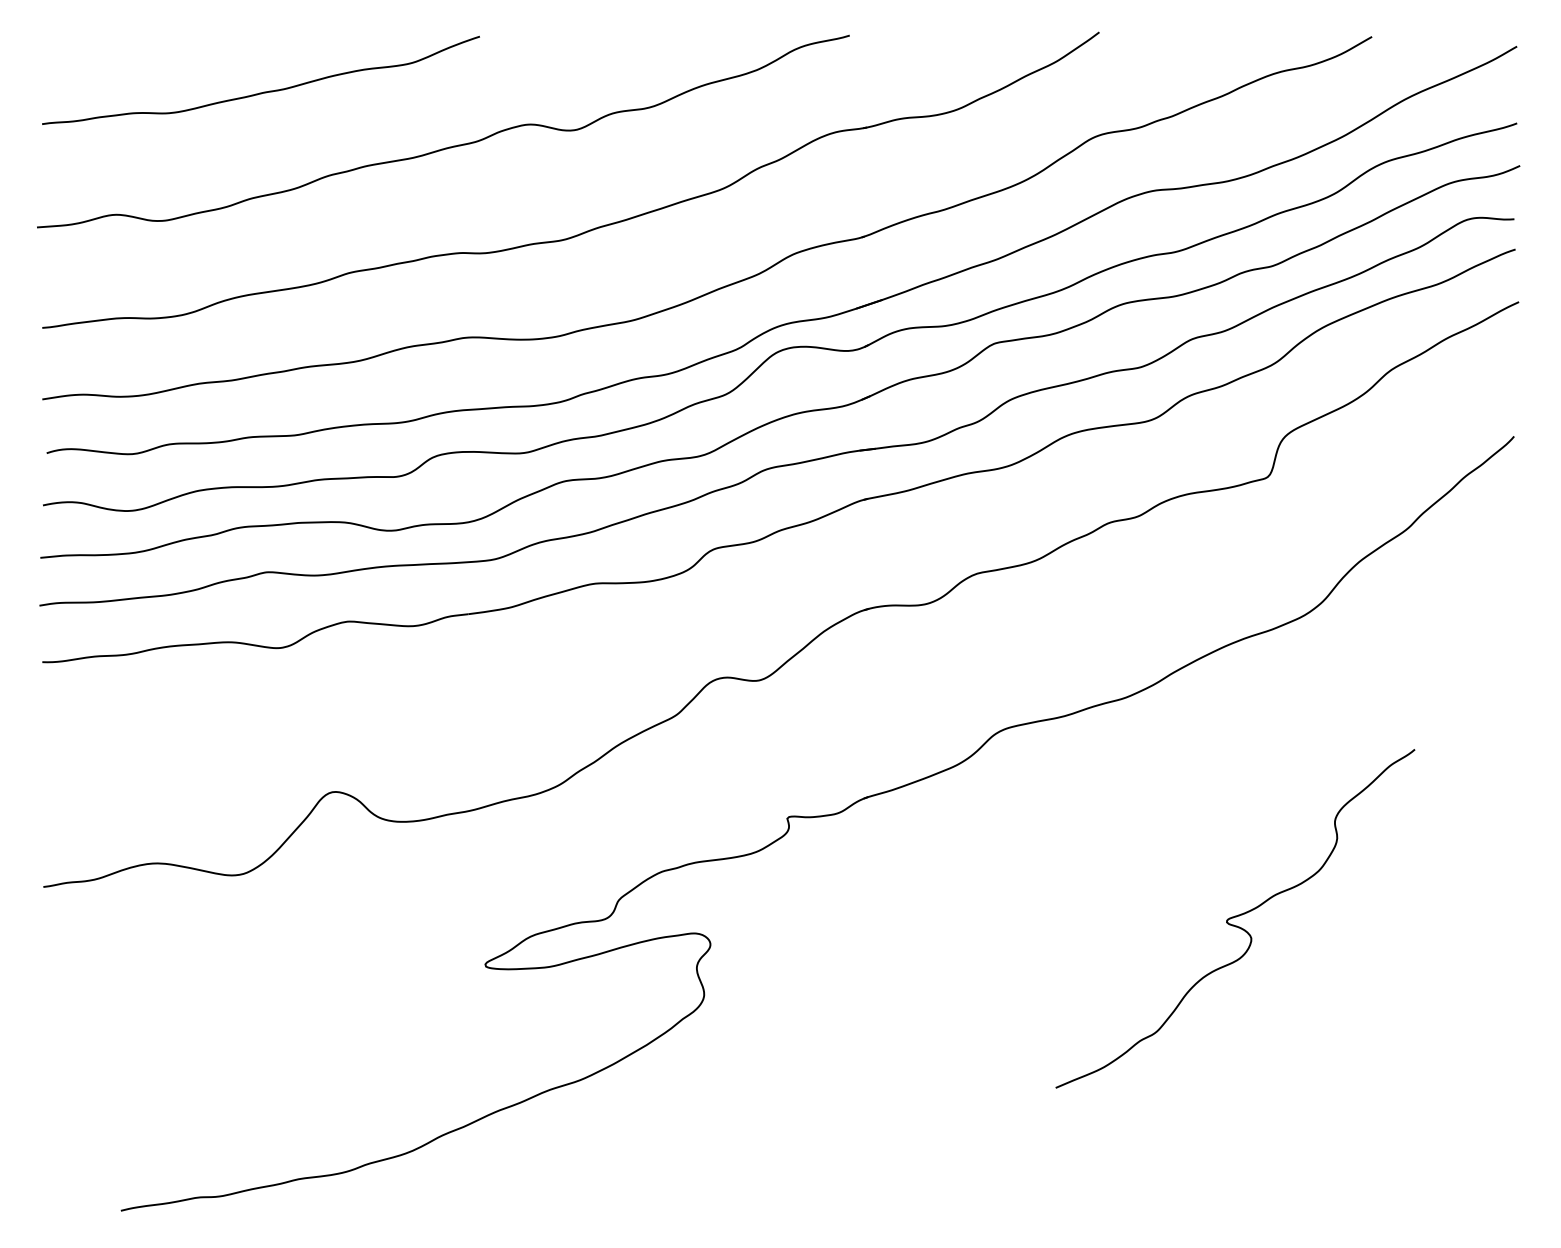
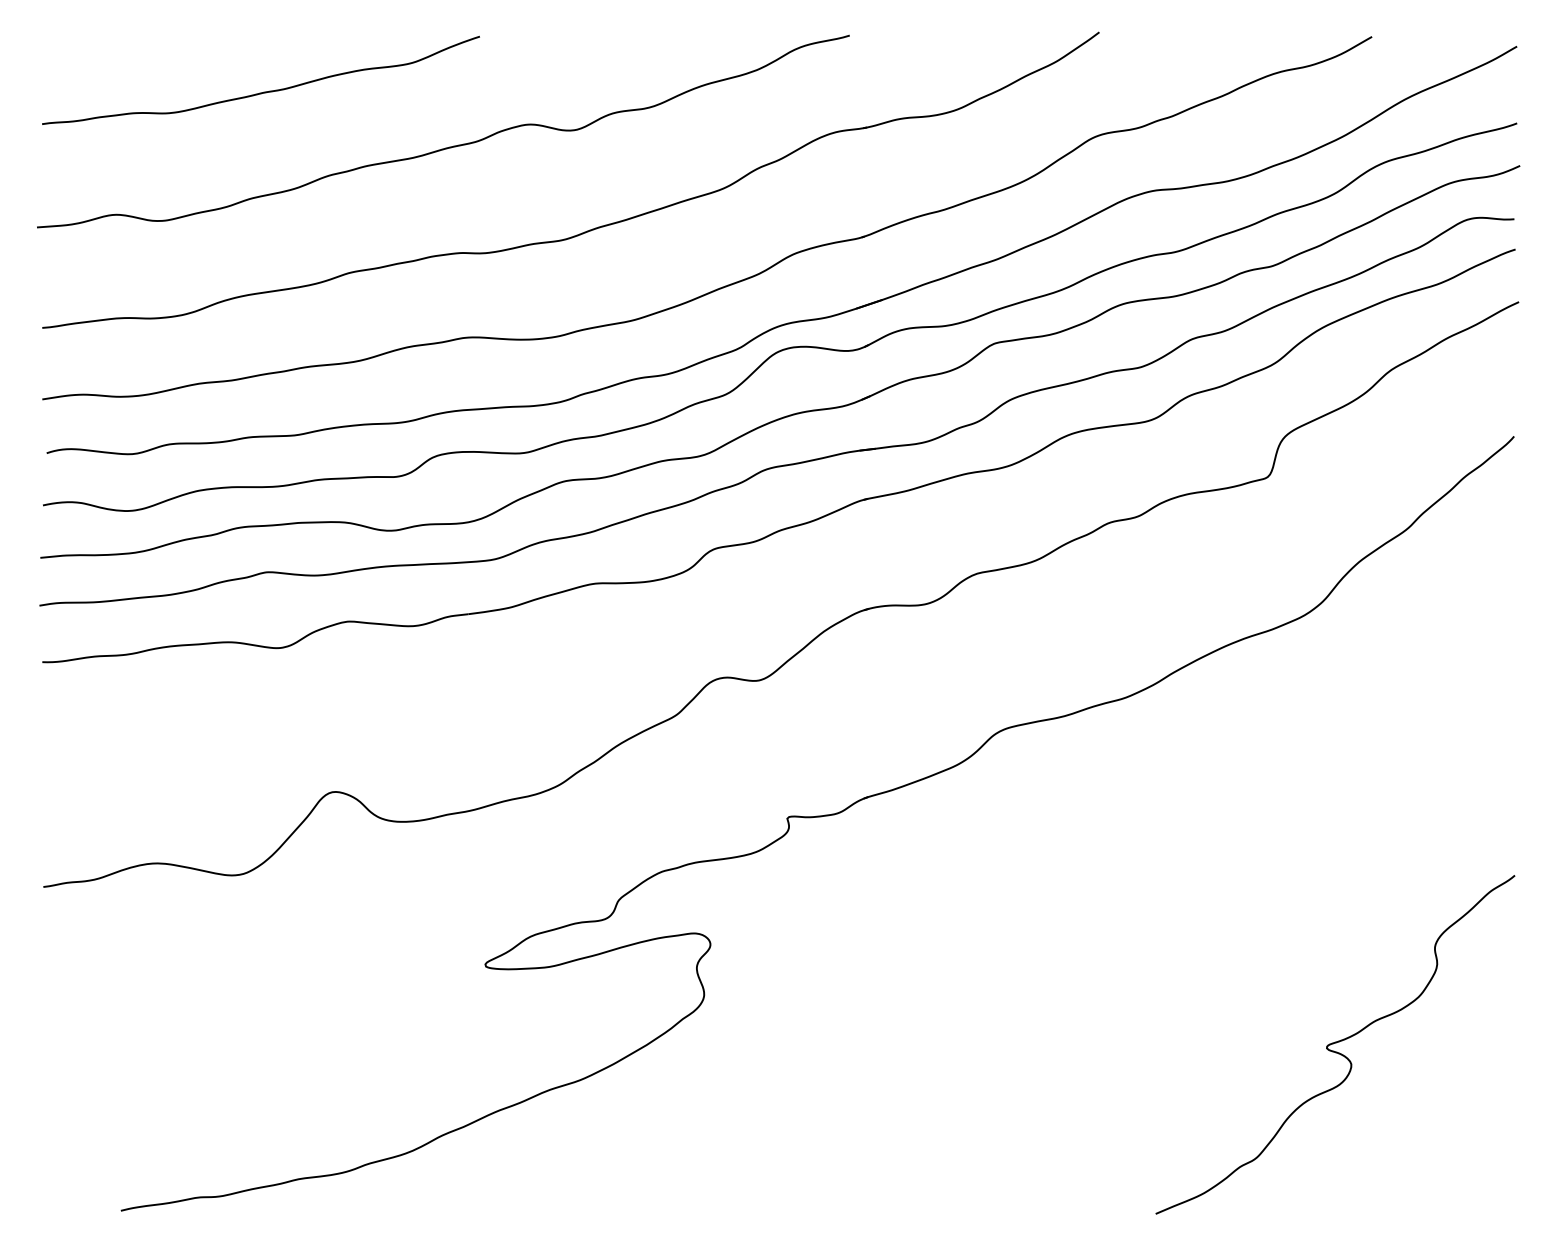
curve at (1235, 917) position: (1235, 917) -> (1335, 1043)
